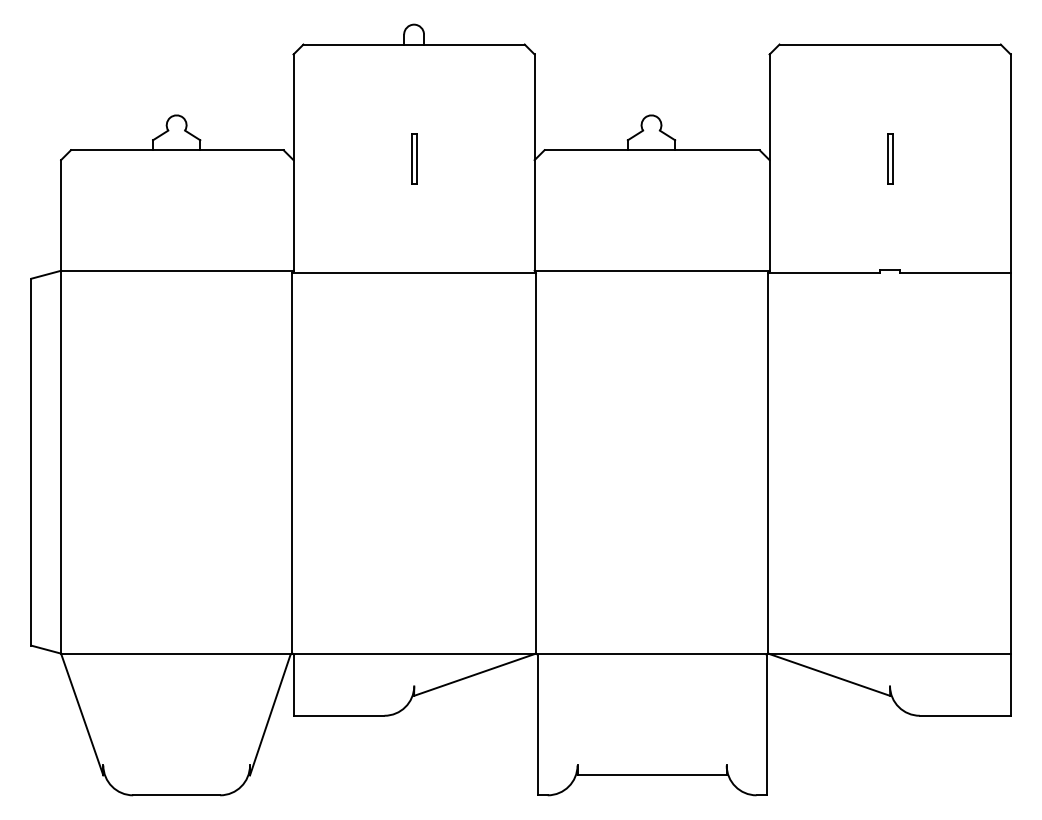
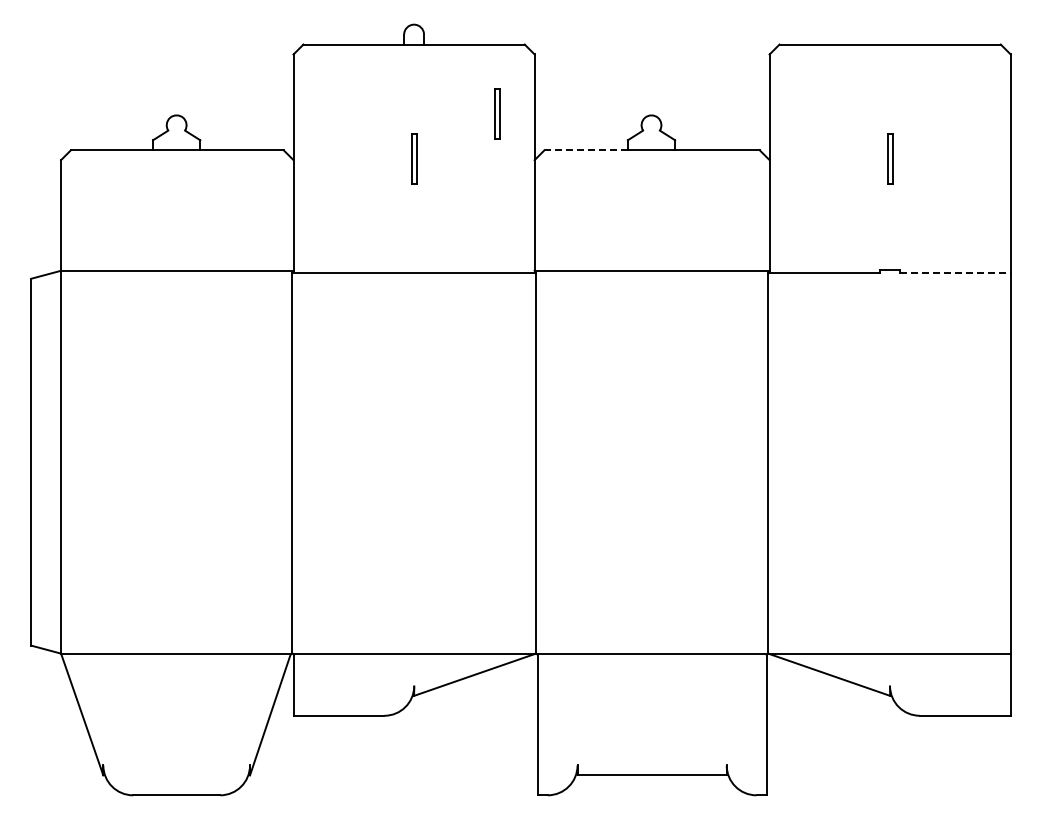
part at (497, 113): none -> present
line at (586, 150): solid -> dashed
line at (955, 273): solid -> dashed
